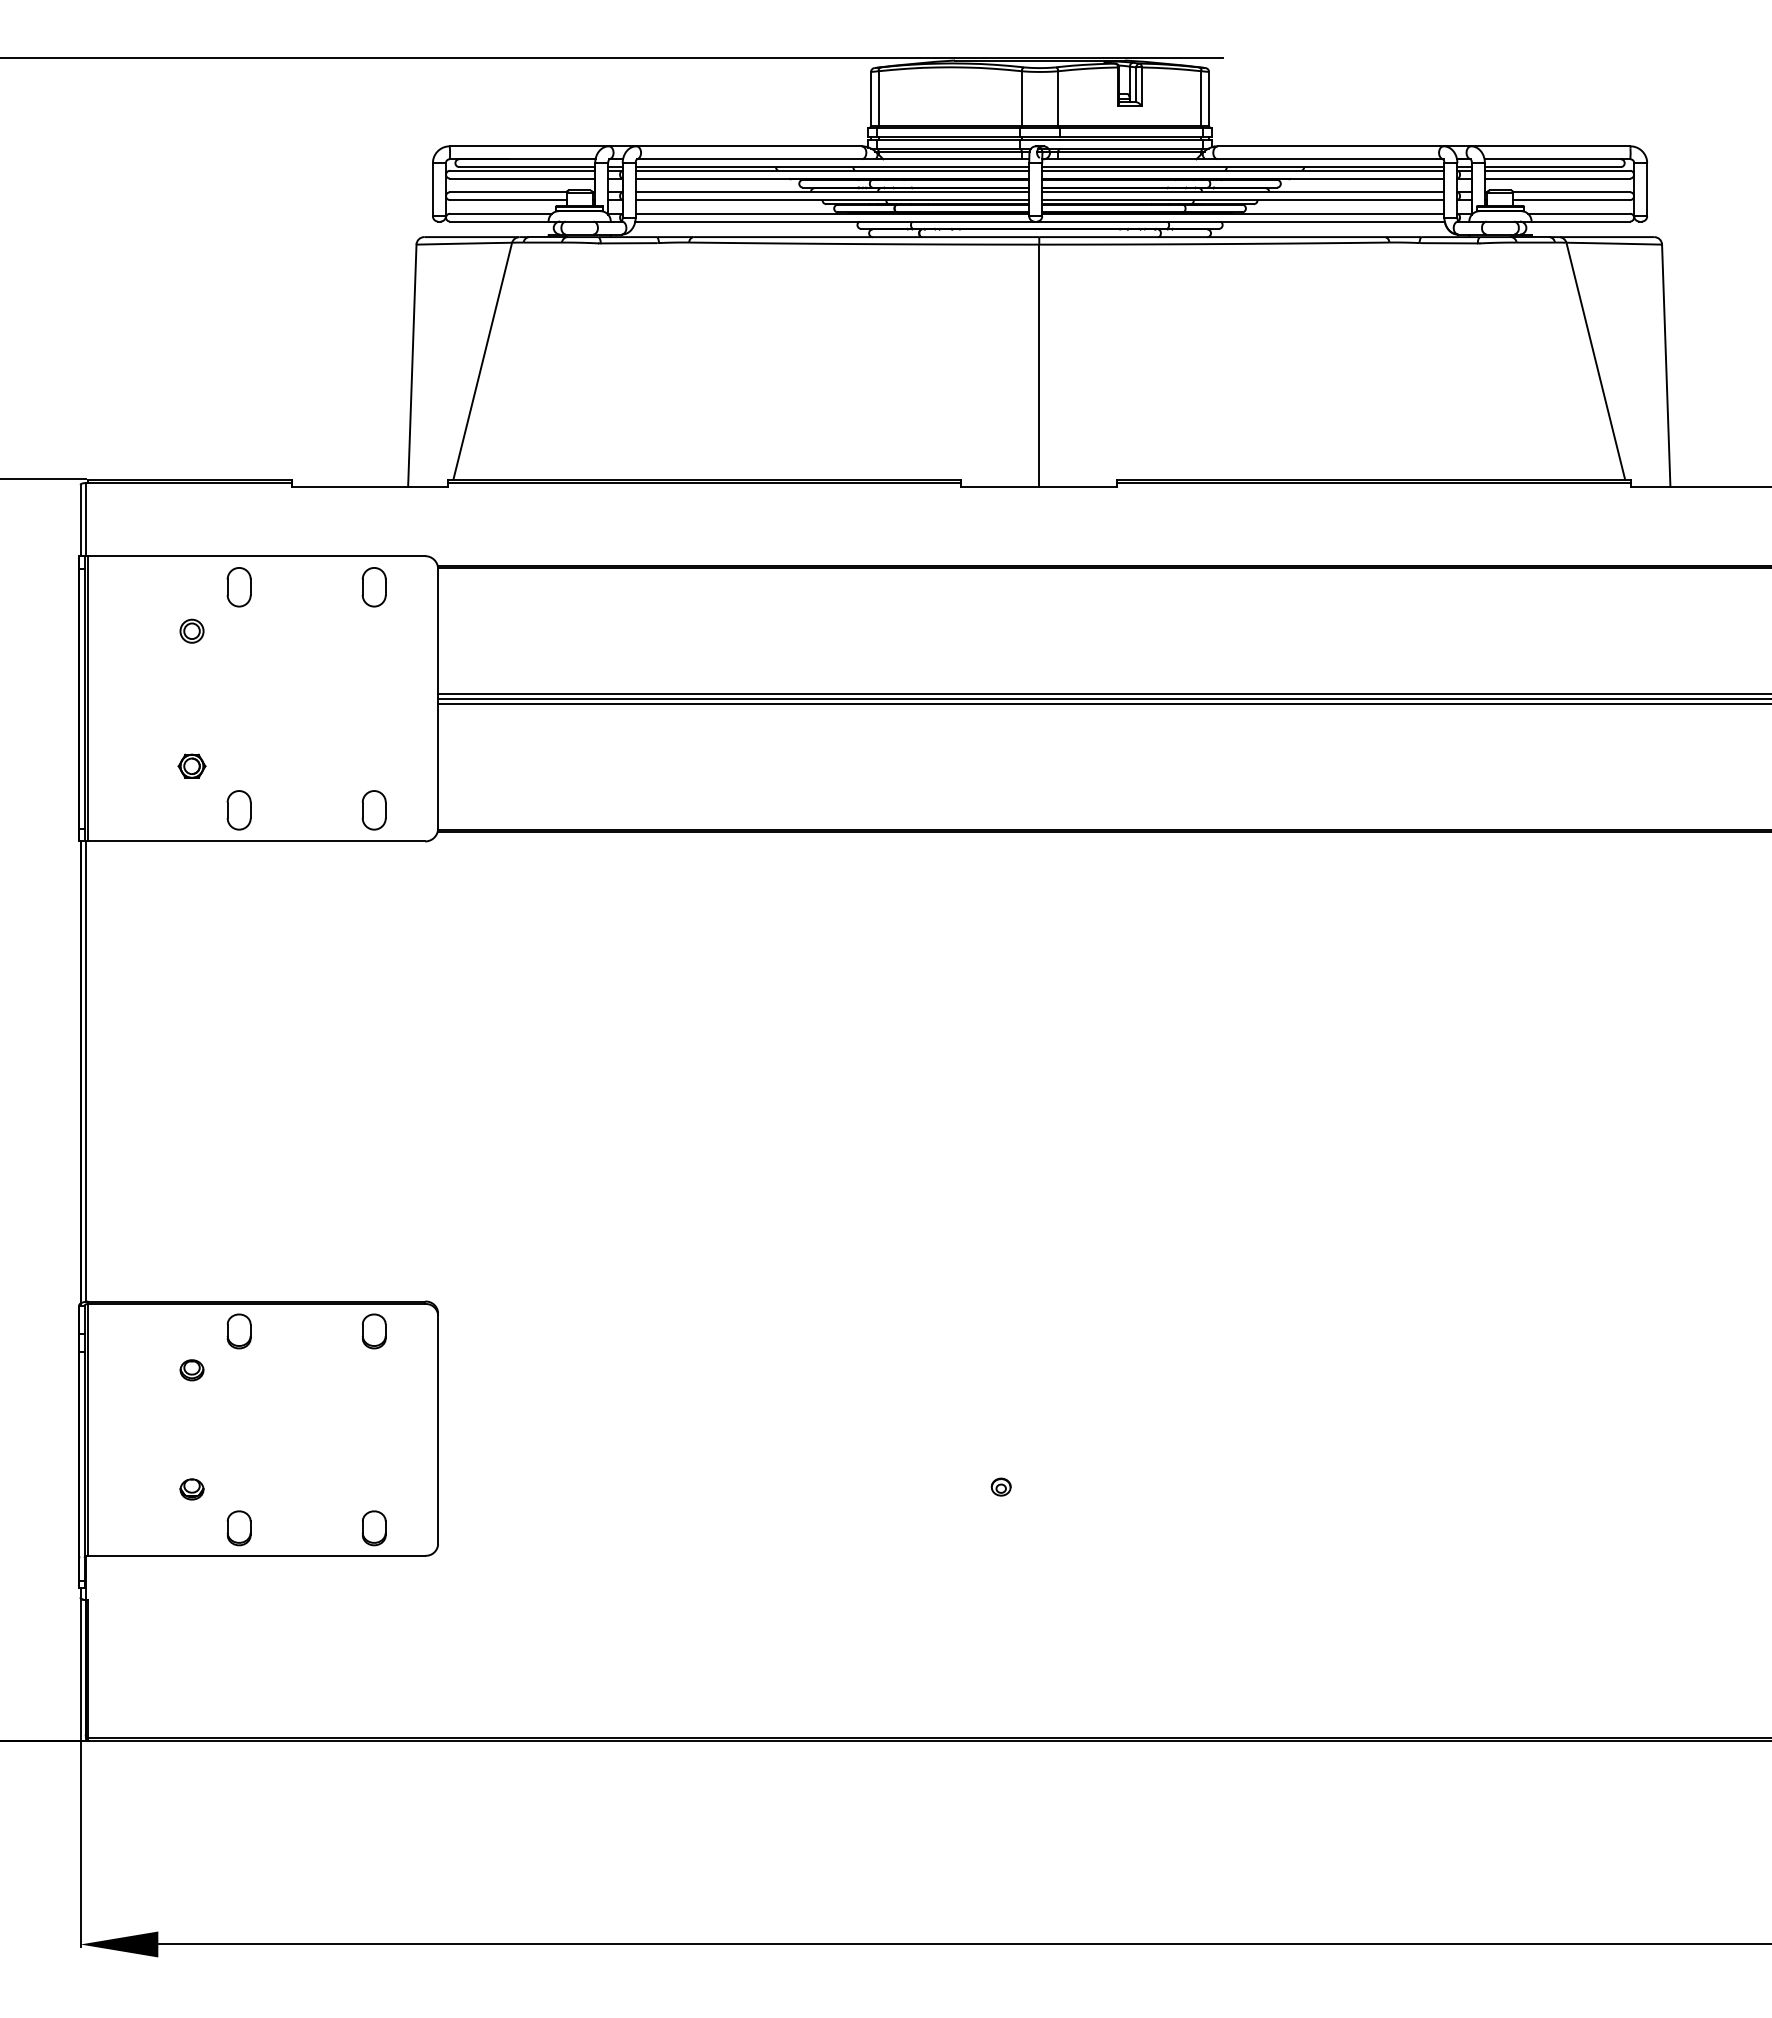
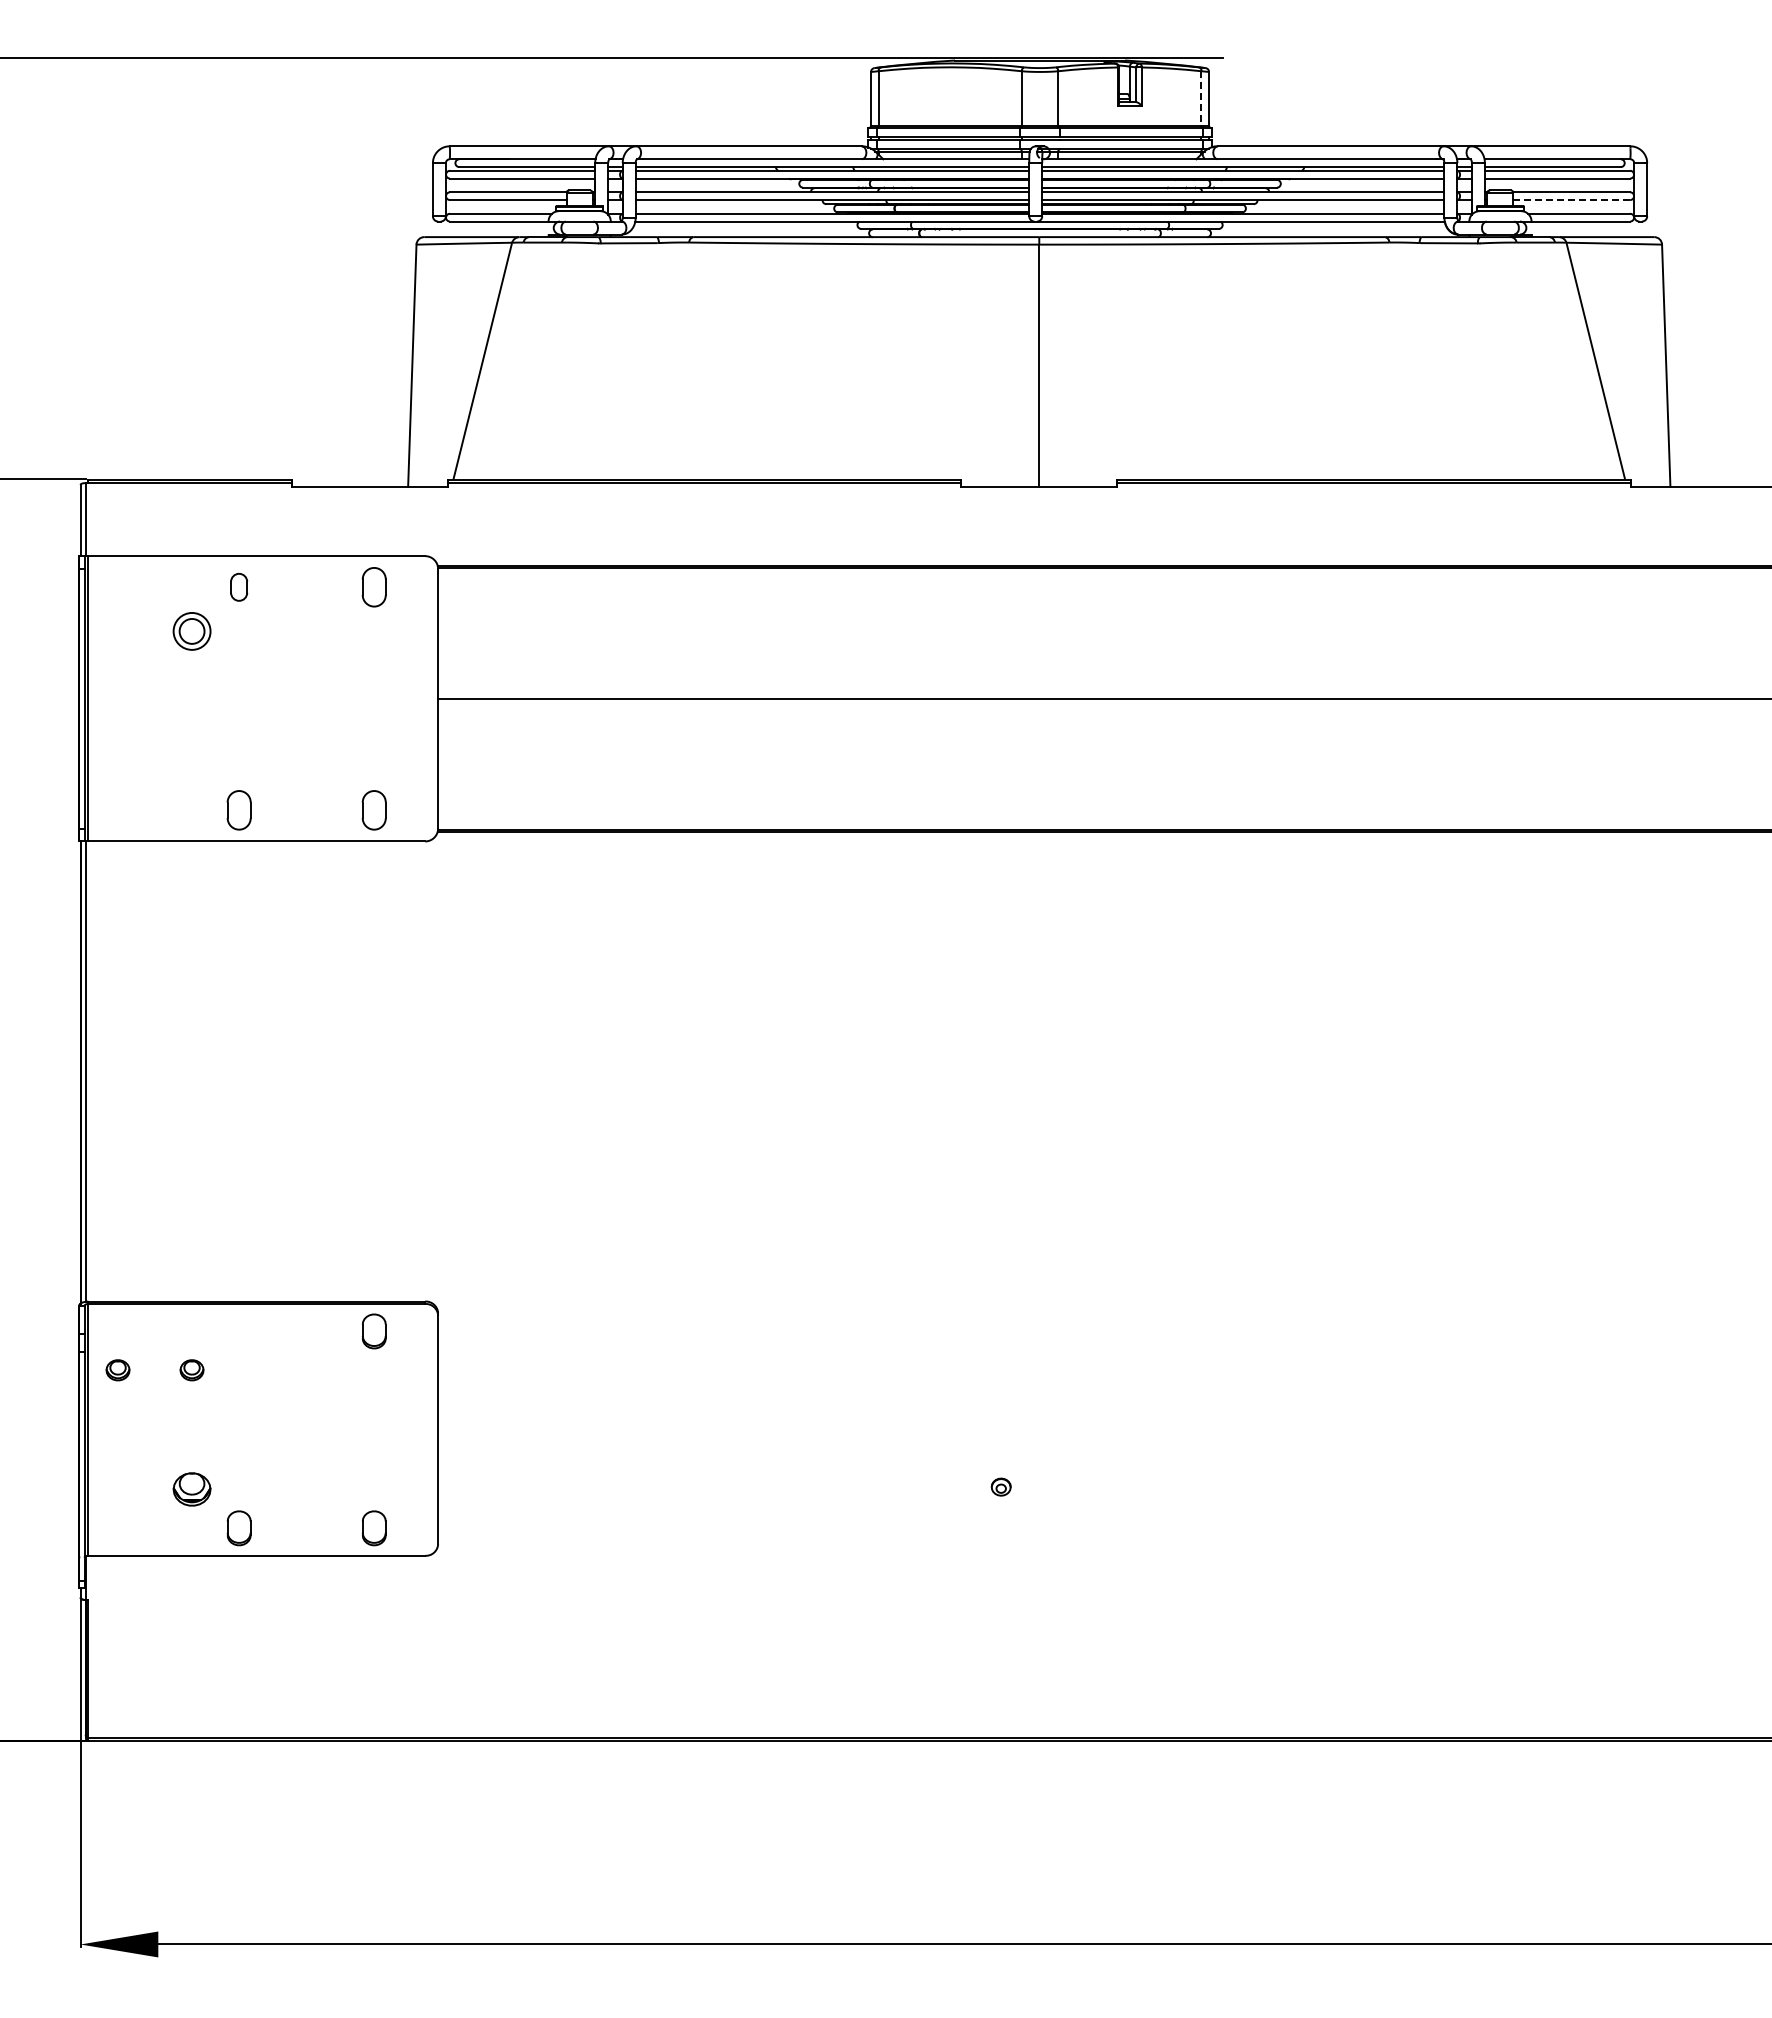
line at (1201, 98): solid -> dashed
line at (1572, 200): solid -> dashed
part at (238, 587) size: 26x41 px -> 19x30 px
part at (191, 630) size: 26x26 px -> 40x39 px
line at (1103, 693): present -> none
line at (1103, 704): present -> none
part at (191, 765): present -> none
part at (238, 1331): present -> none
part at (117, 1370): none -> present
part at (191, 1489) size: 26x23 px -> 40x35 px
